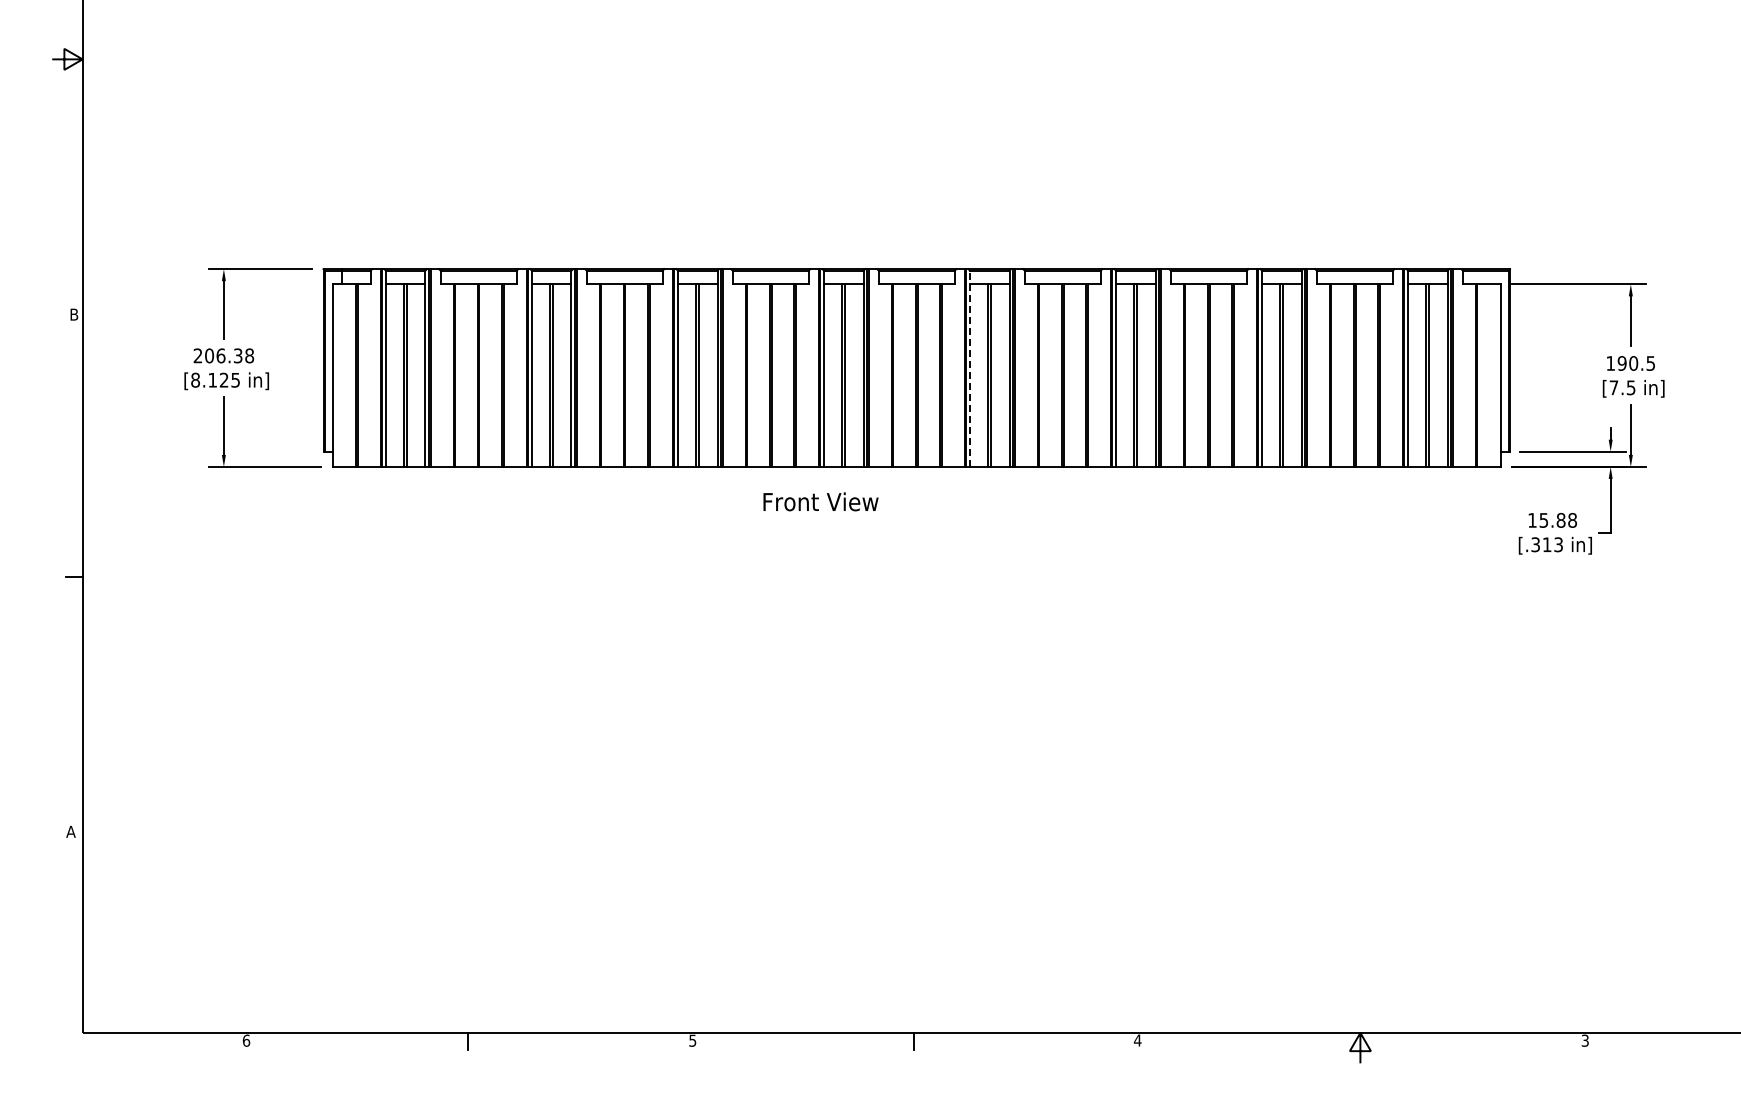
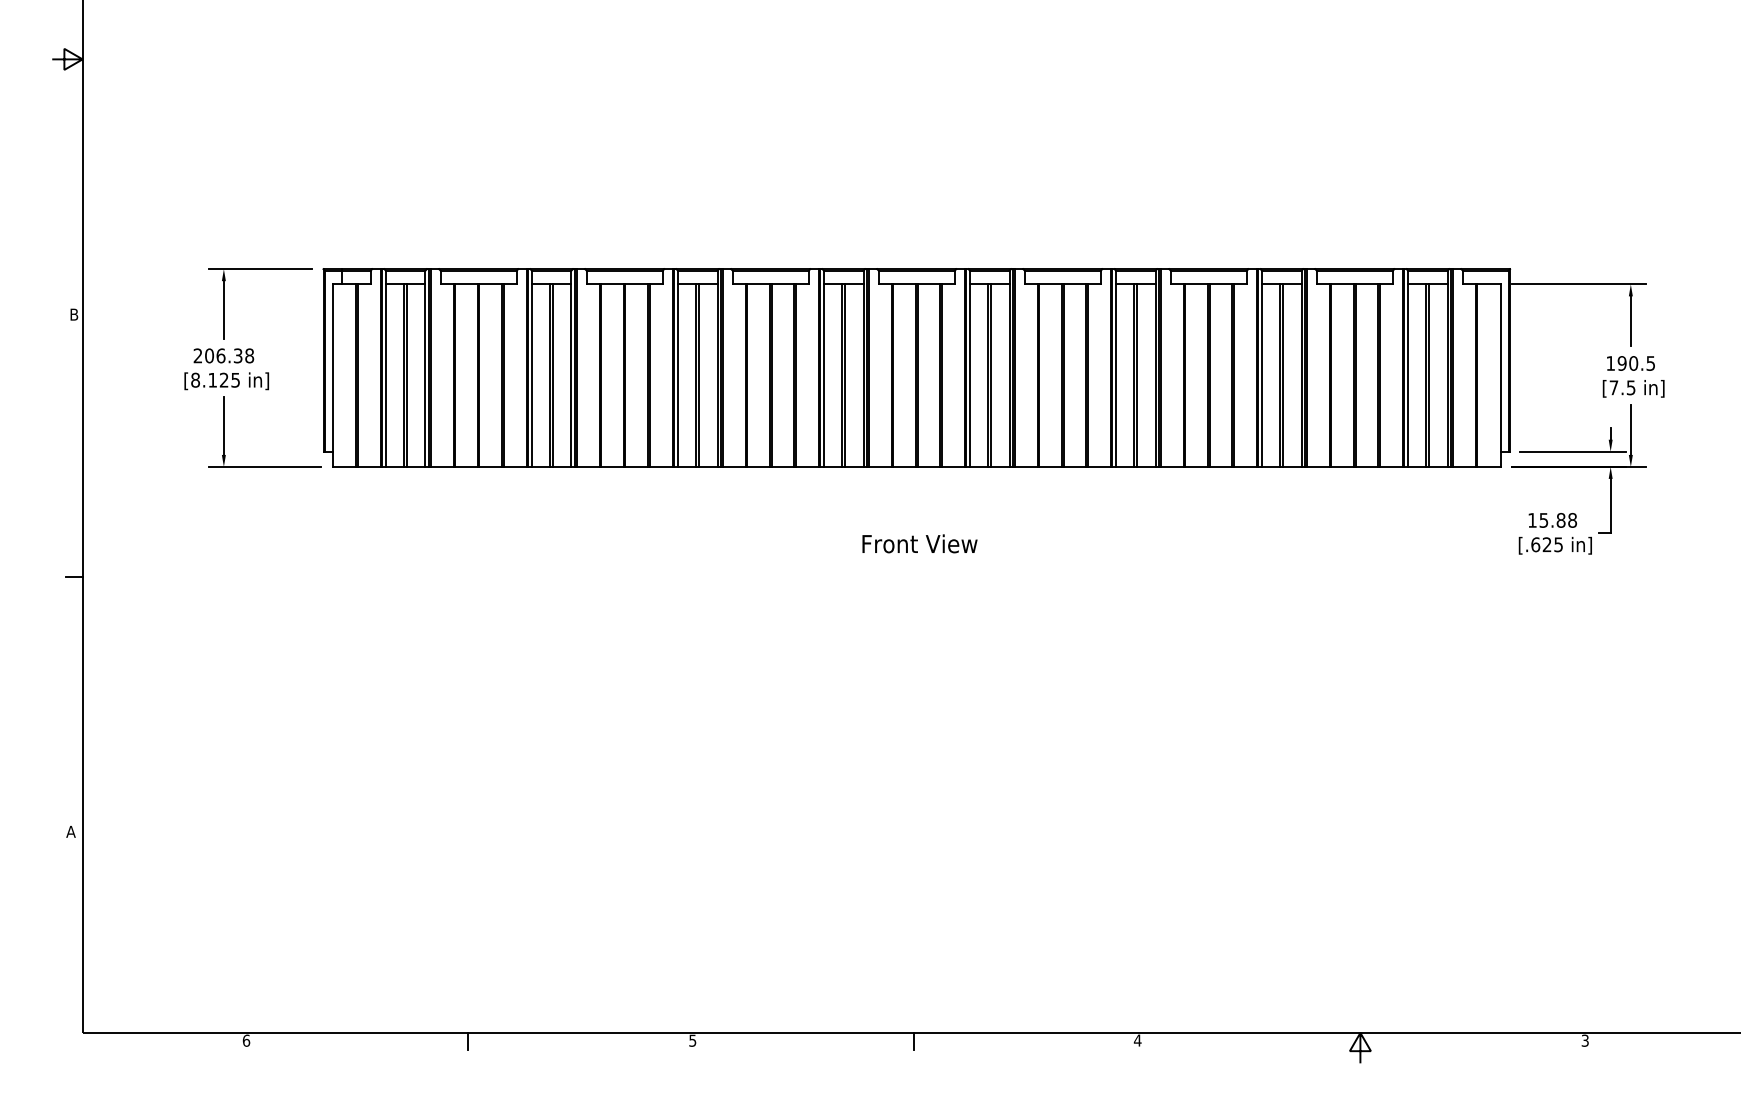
line at (970, 368): dashed -> solid
text at (820, 501) position: (820, 501) -> (919, 543)
text at (1546, 544): [.313 -> [.625
